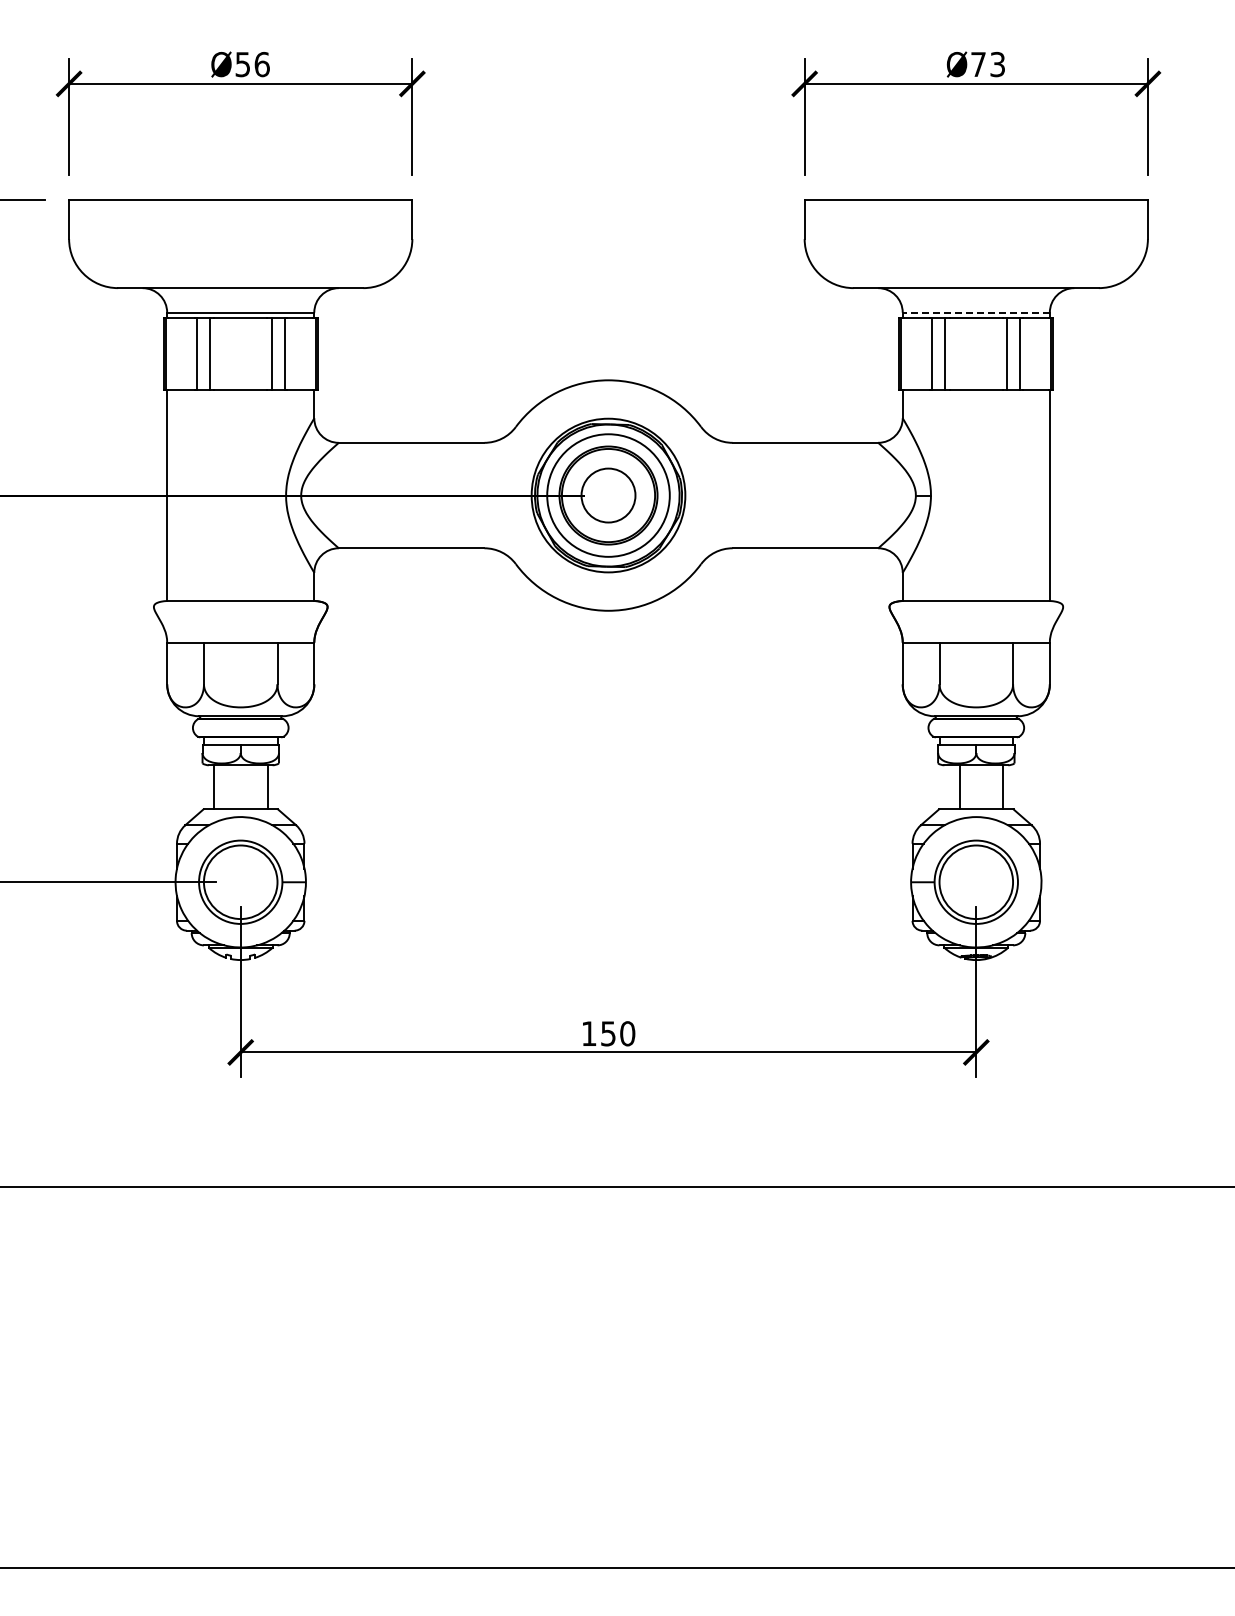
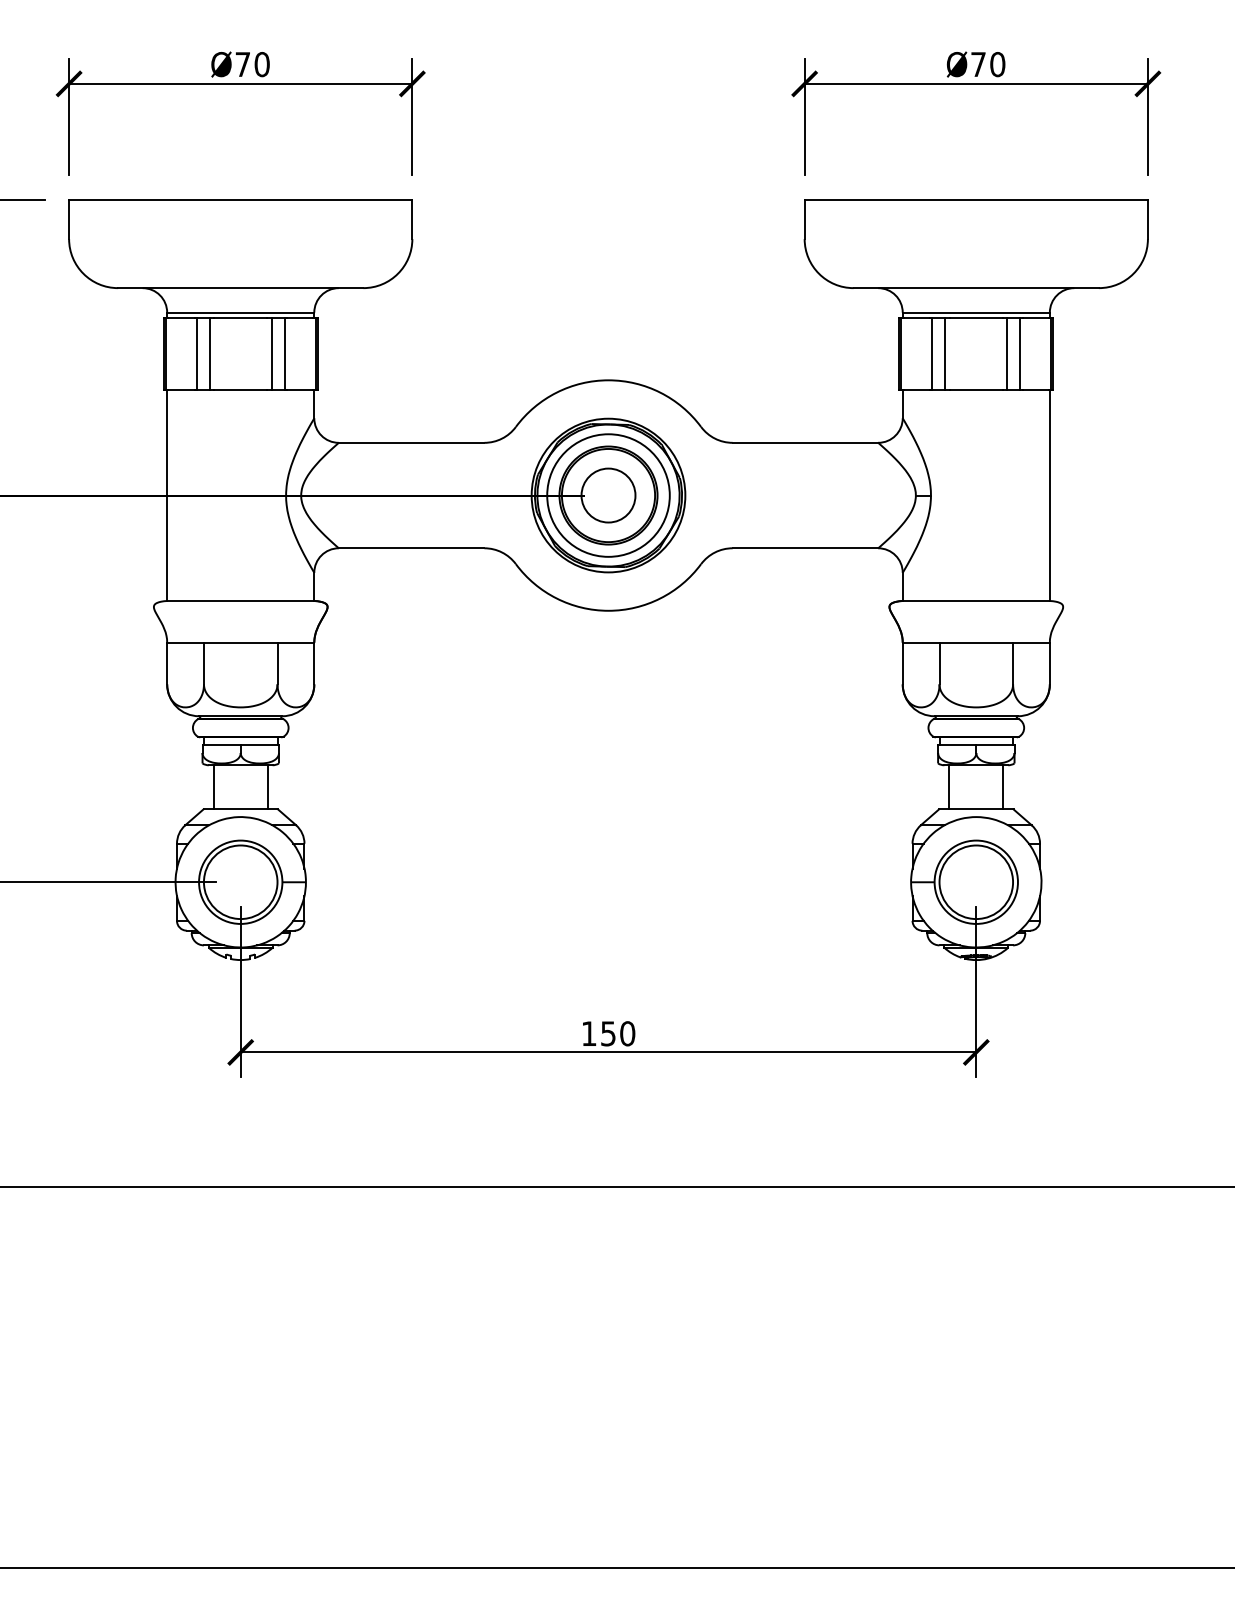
text at (252, 64): Ø56 -> Ø70
text at (997, 64): Ø73 -> Ø70
line at (976, 312): dashed -> solid
line at (960, 787) position: (960, 787) -> (949, 787)
